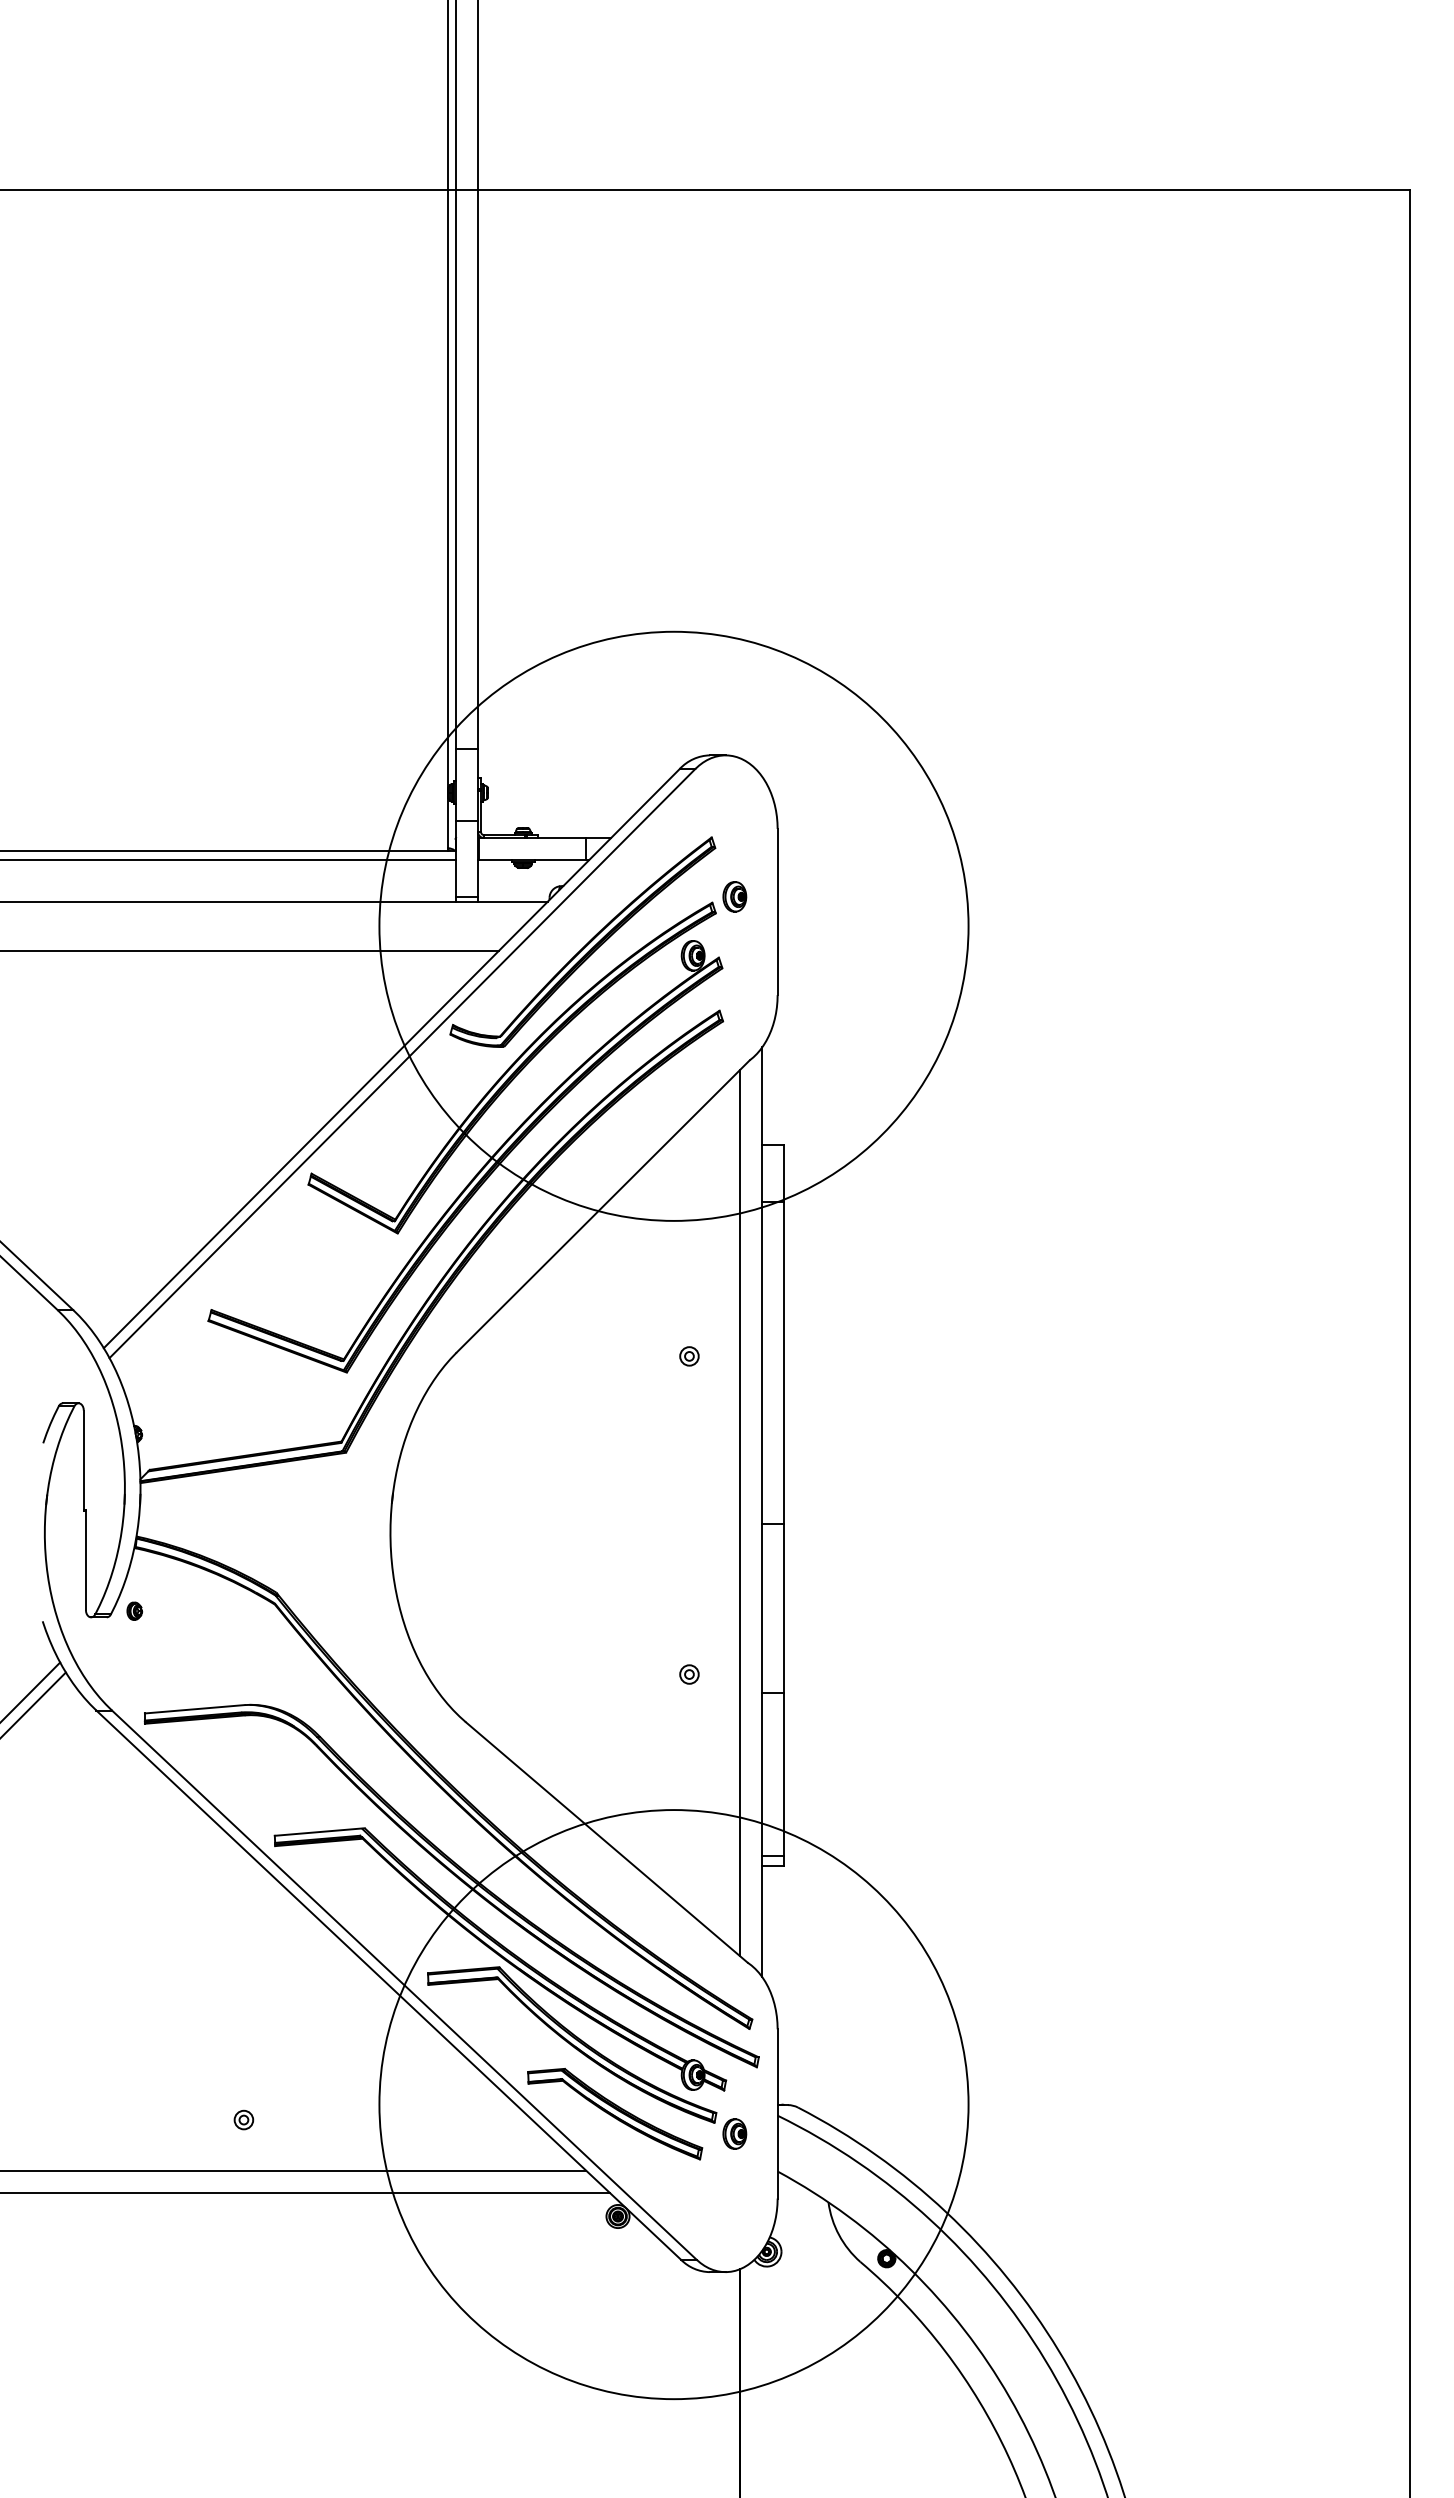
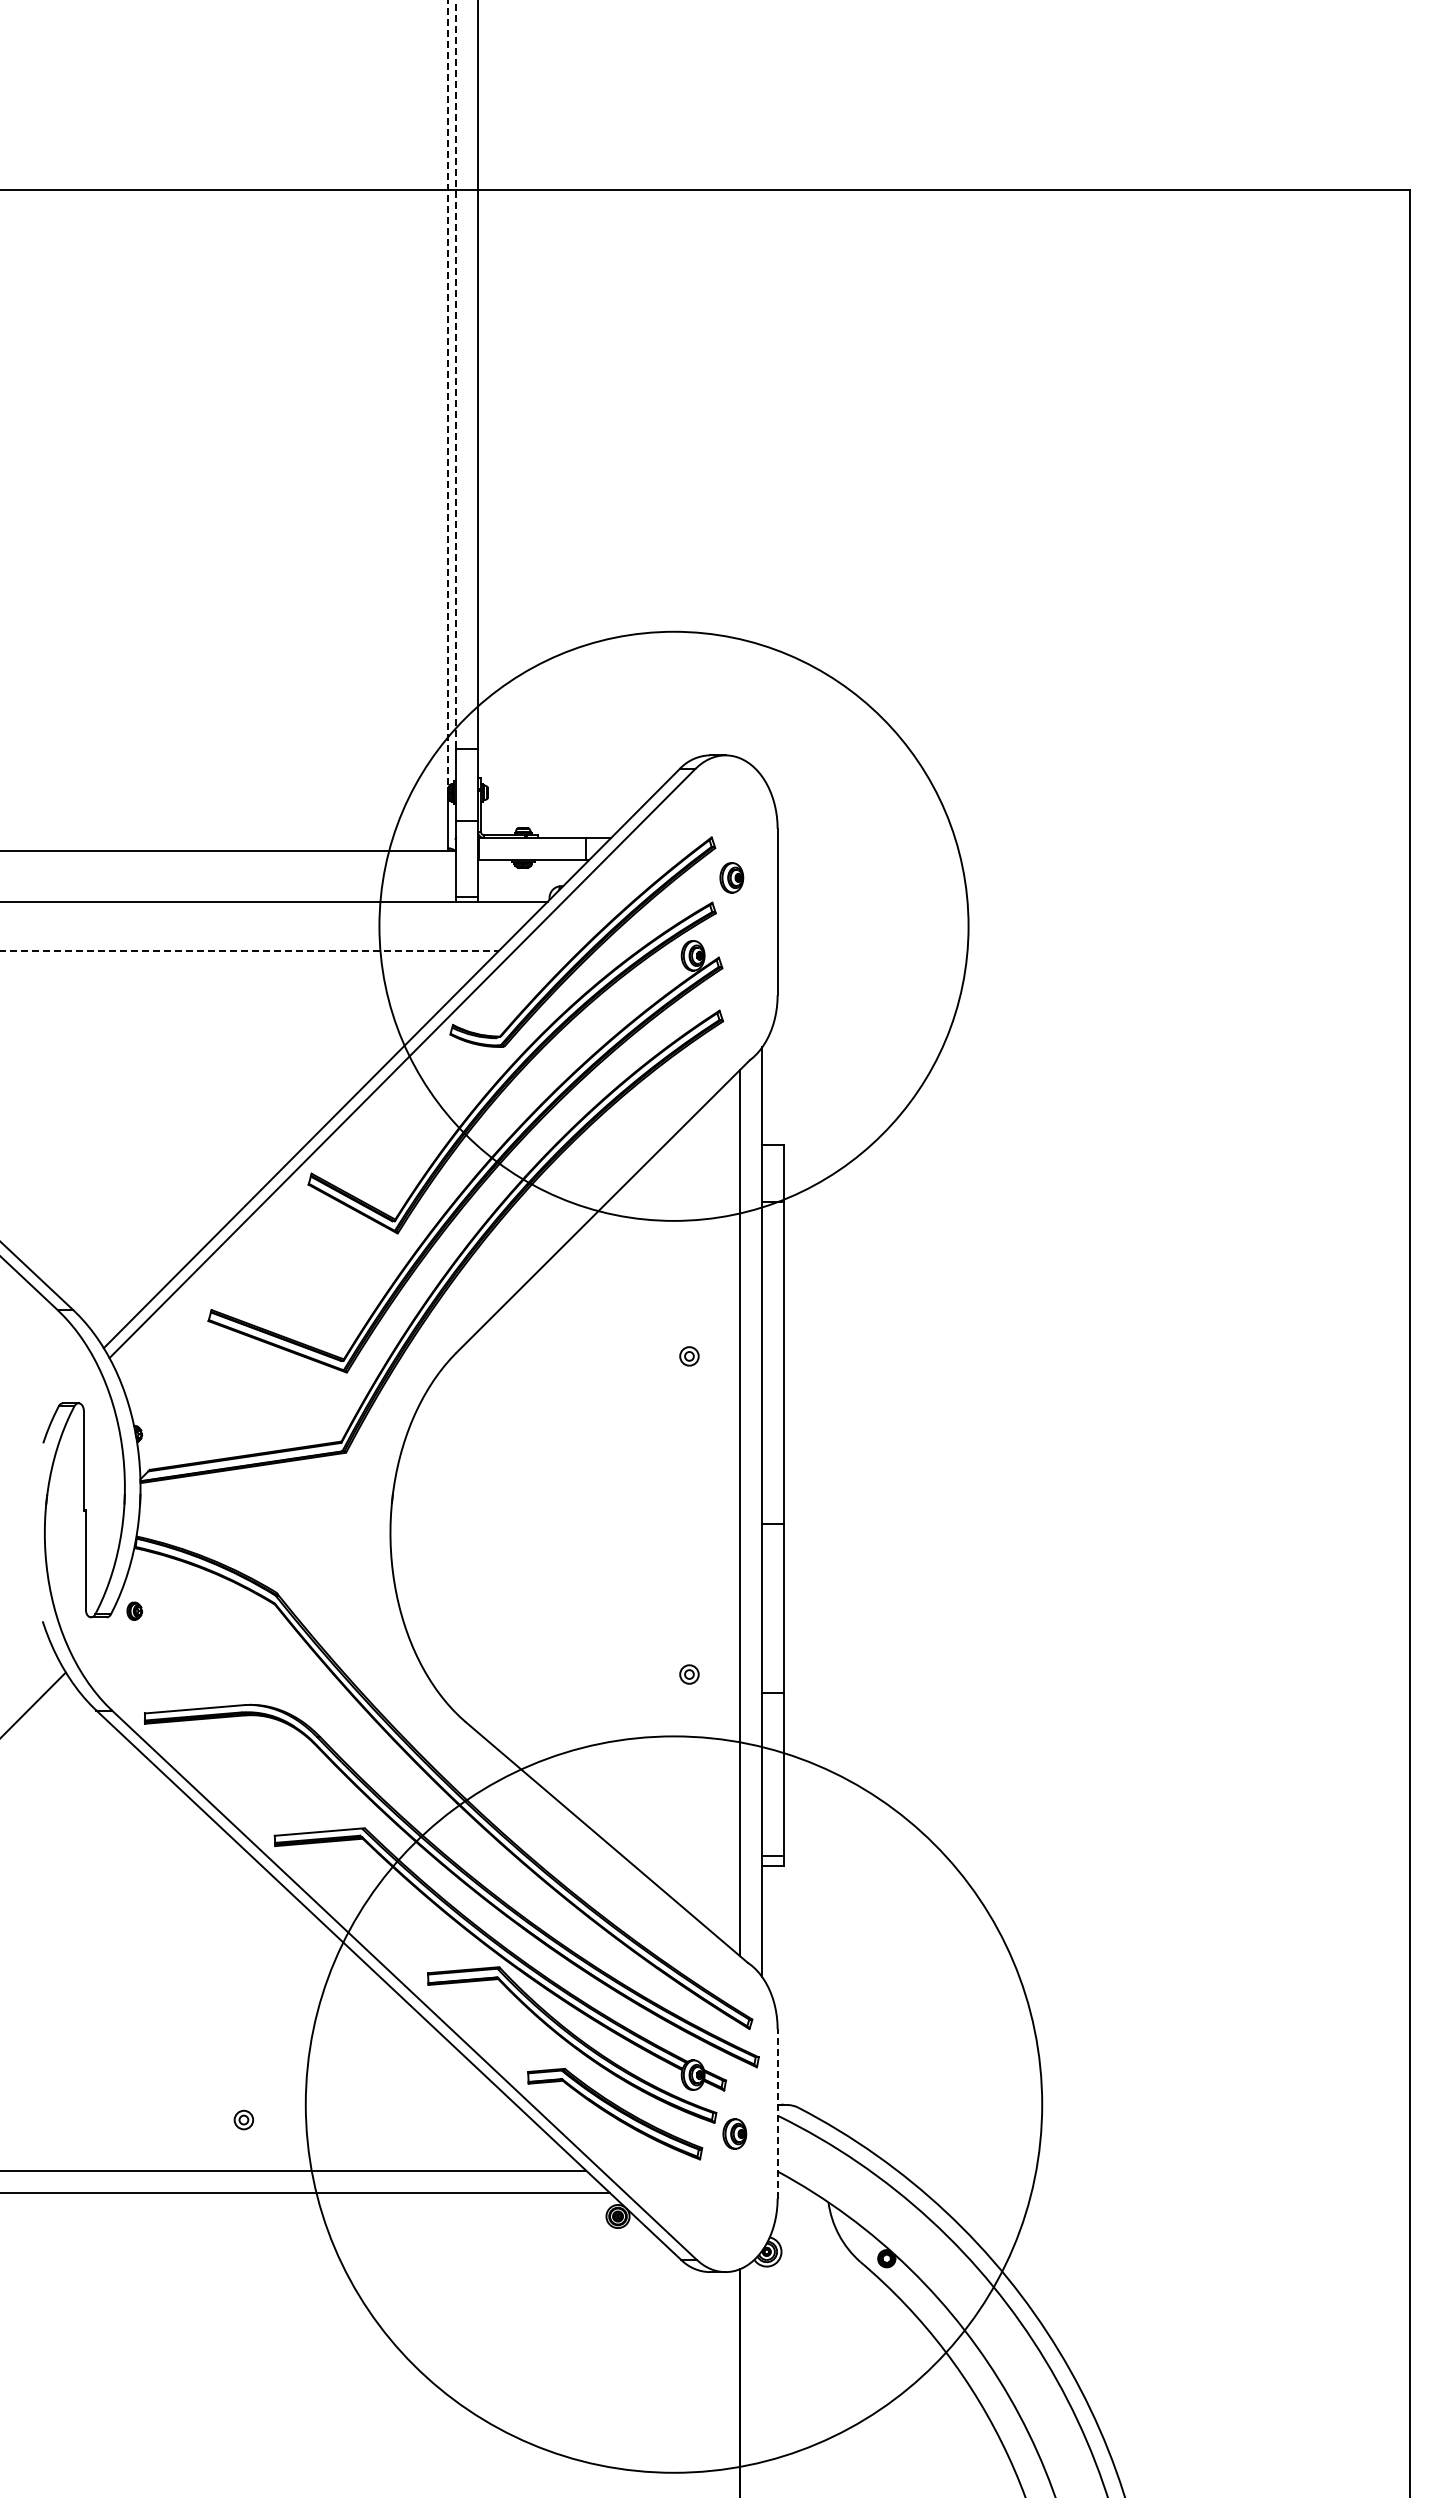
line at (456, 374): solid -> dashed
line at (447, 395): solid -> dashed
line at (229, 860): present -> none
part at (734, 896) position: (734, 896) -> (731, 877)
line at (249, 951): solid -> dashed
line at (31, 1691): present -> none
circle at (673, 2104) diameter: 589 px -> 736 px
line at (777, 2113): solid -> dashed
